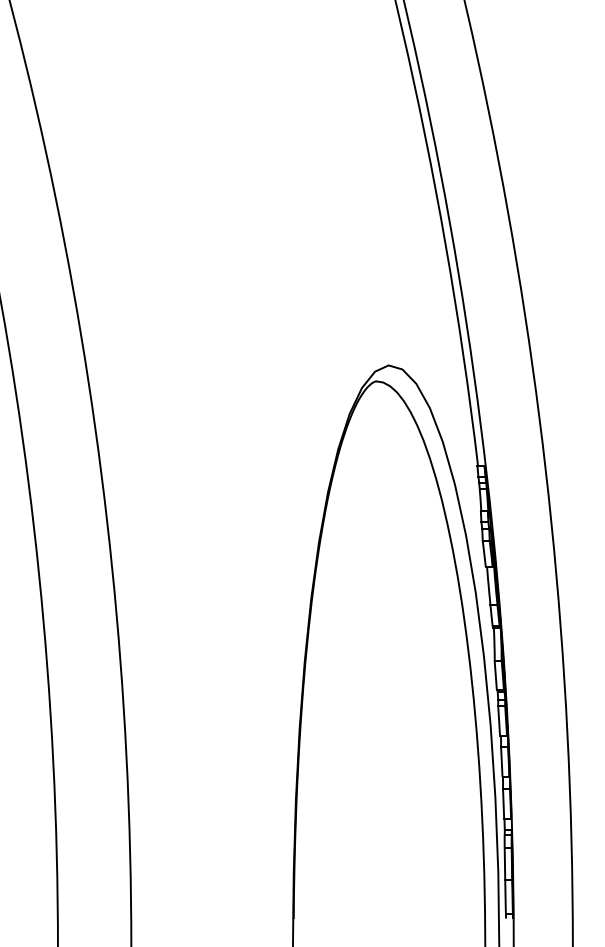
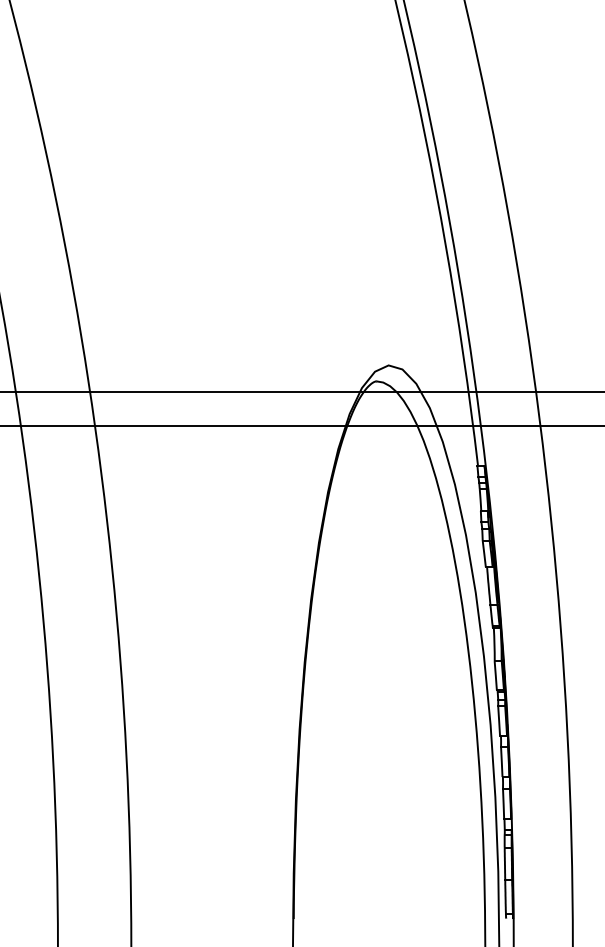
line at (301, 391): none -> present
line at (301, 426): none -> present
